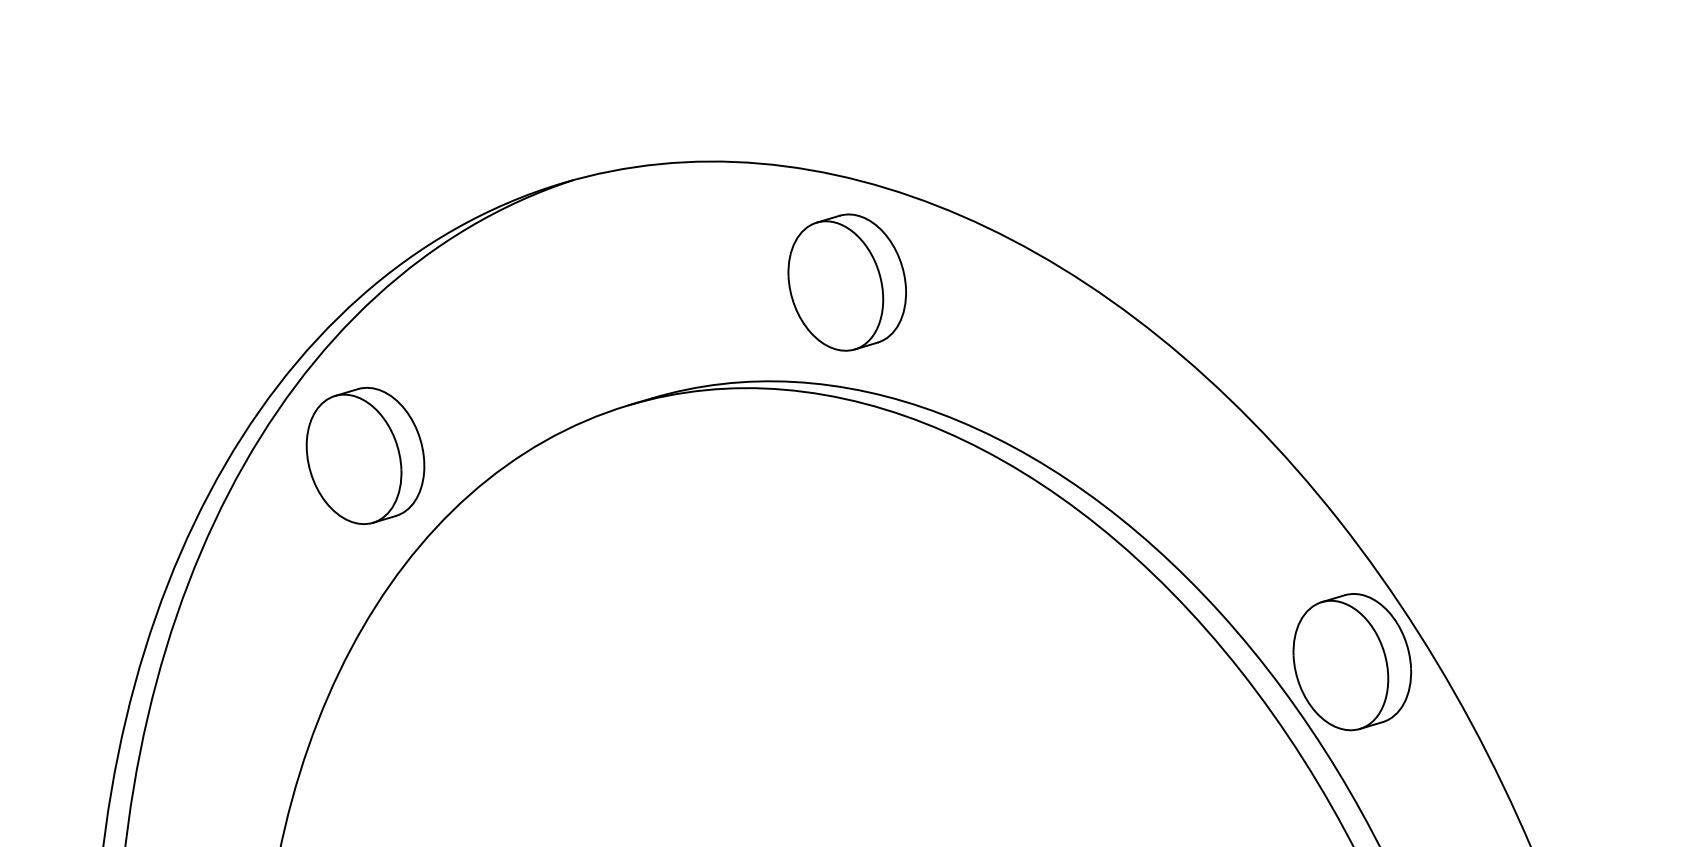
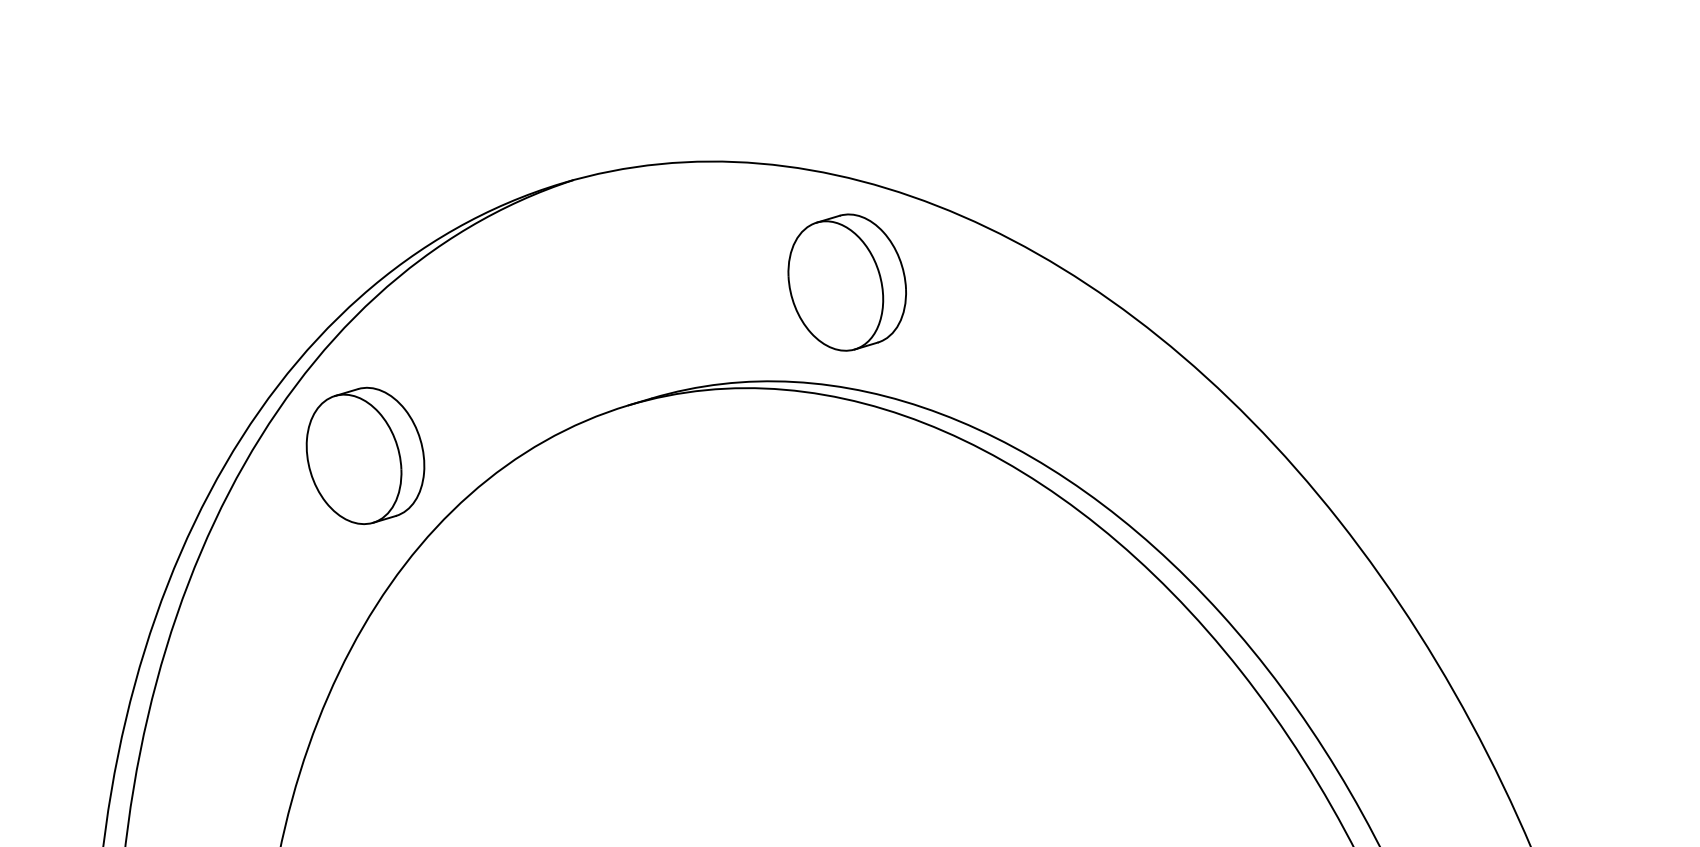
part at (1352, 662): present -> none
